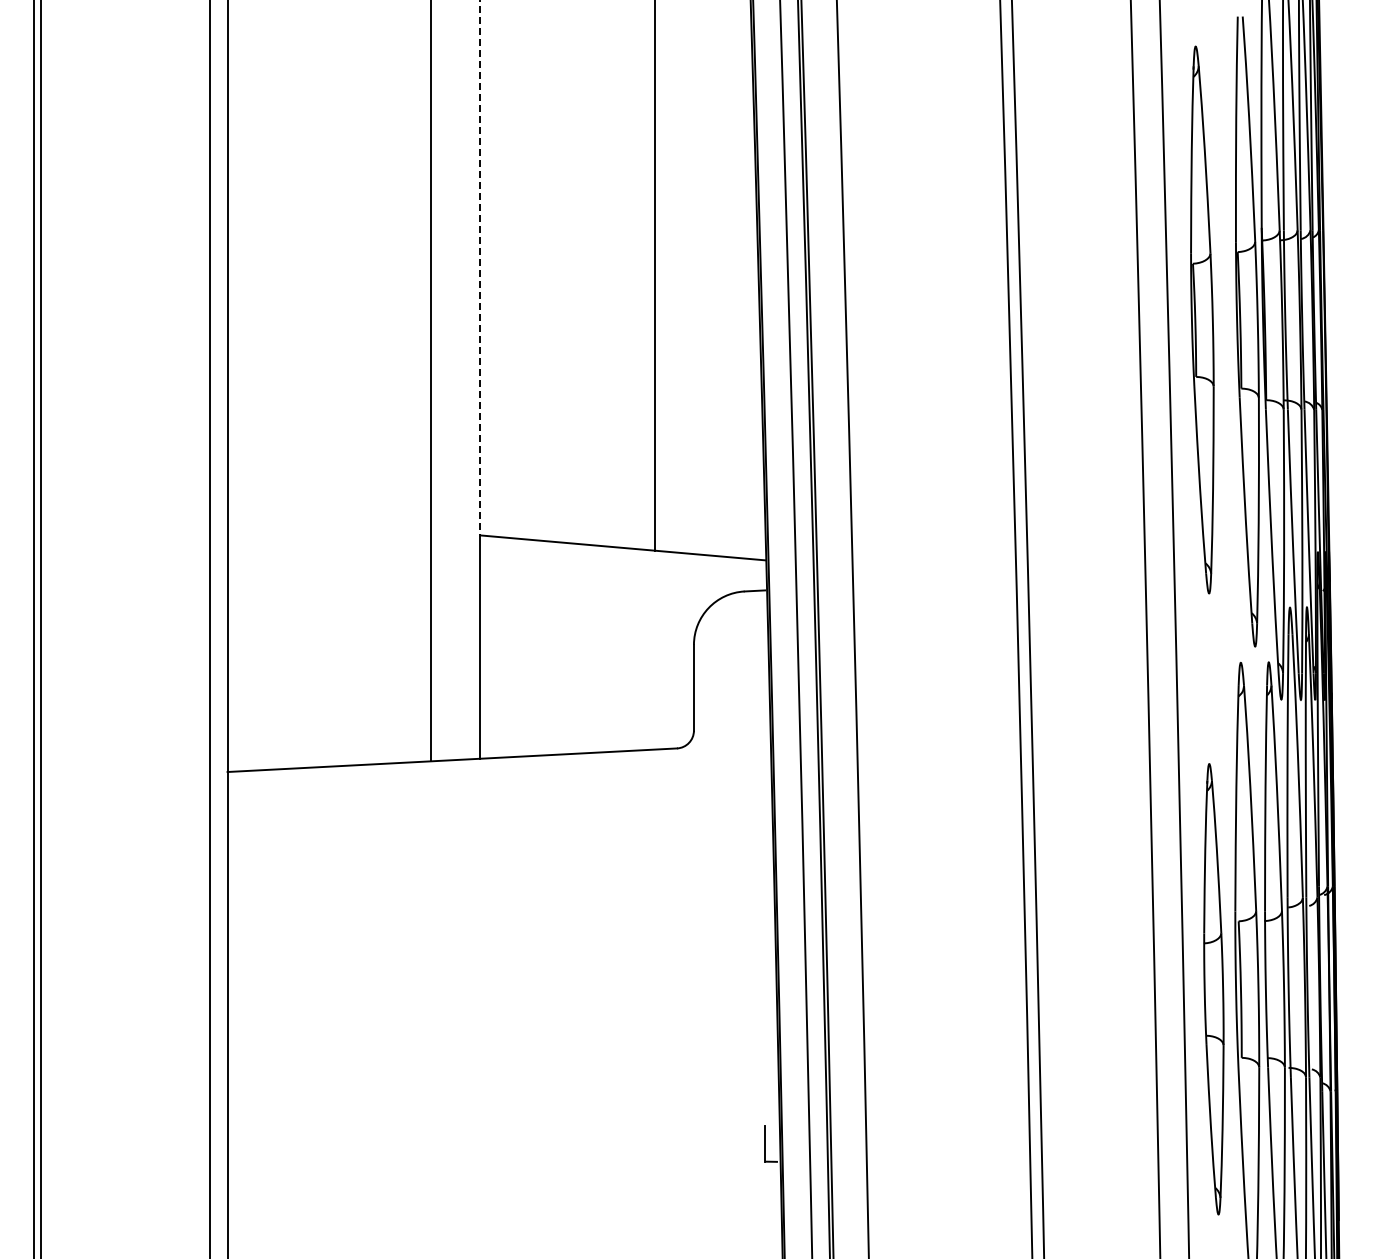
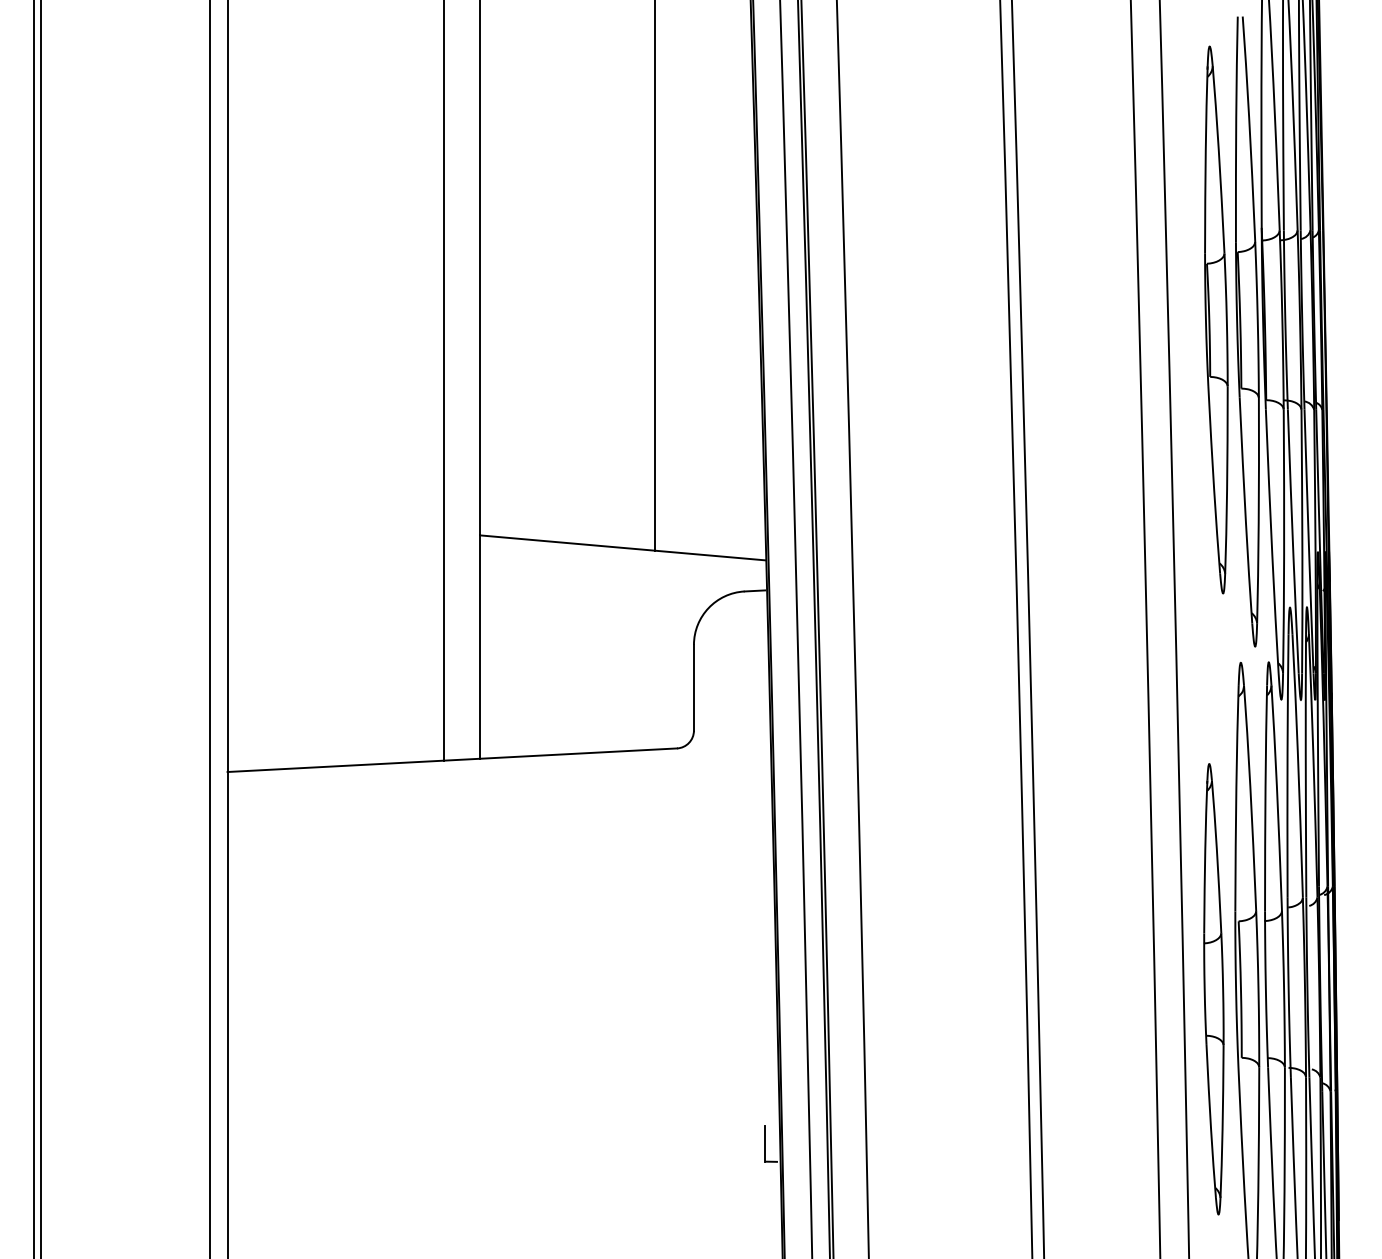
line at (479, 268): dashed -> solid
part at (1202, 319) position: (1202, 319) -> (1216, 319)
line at (431, 381) position: (431, 381) -> (444, 381)
